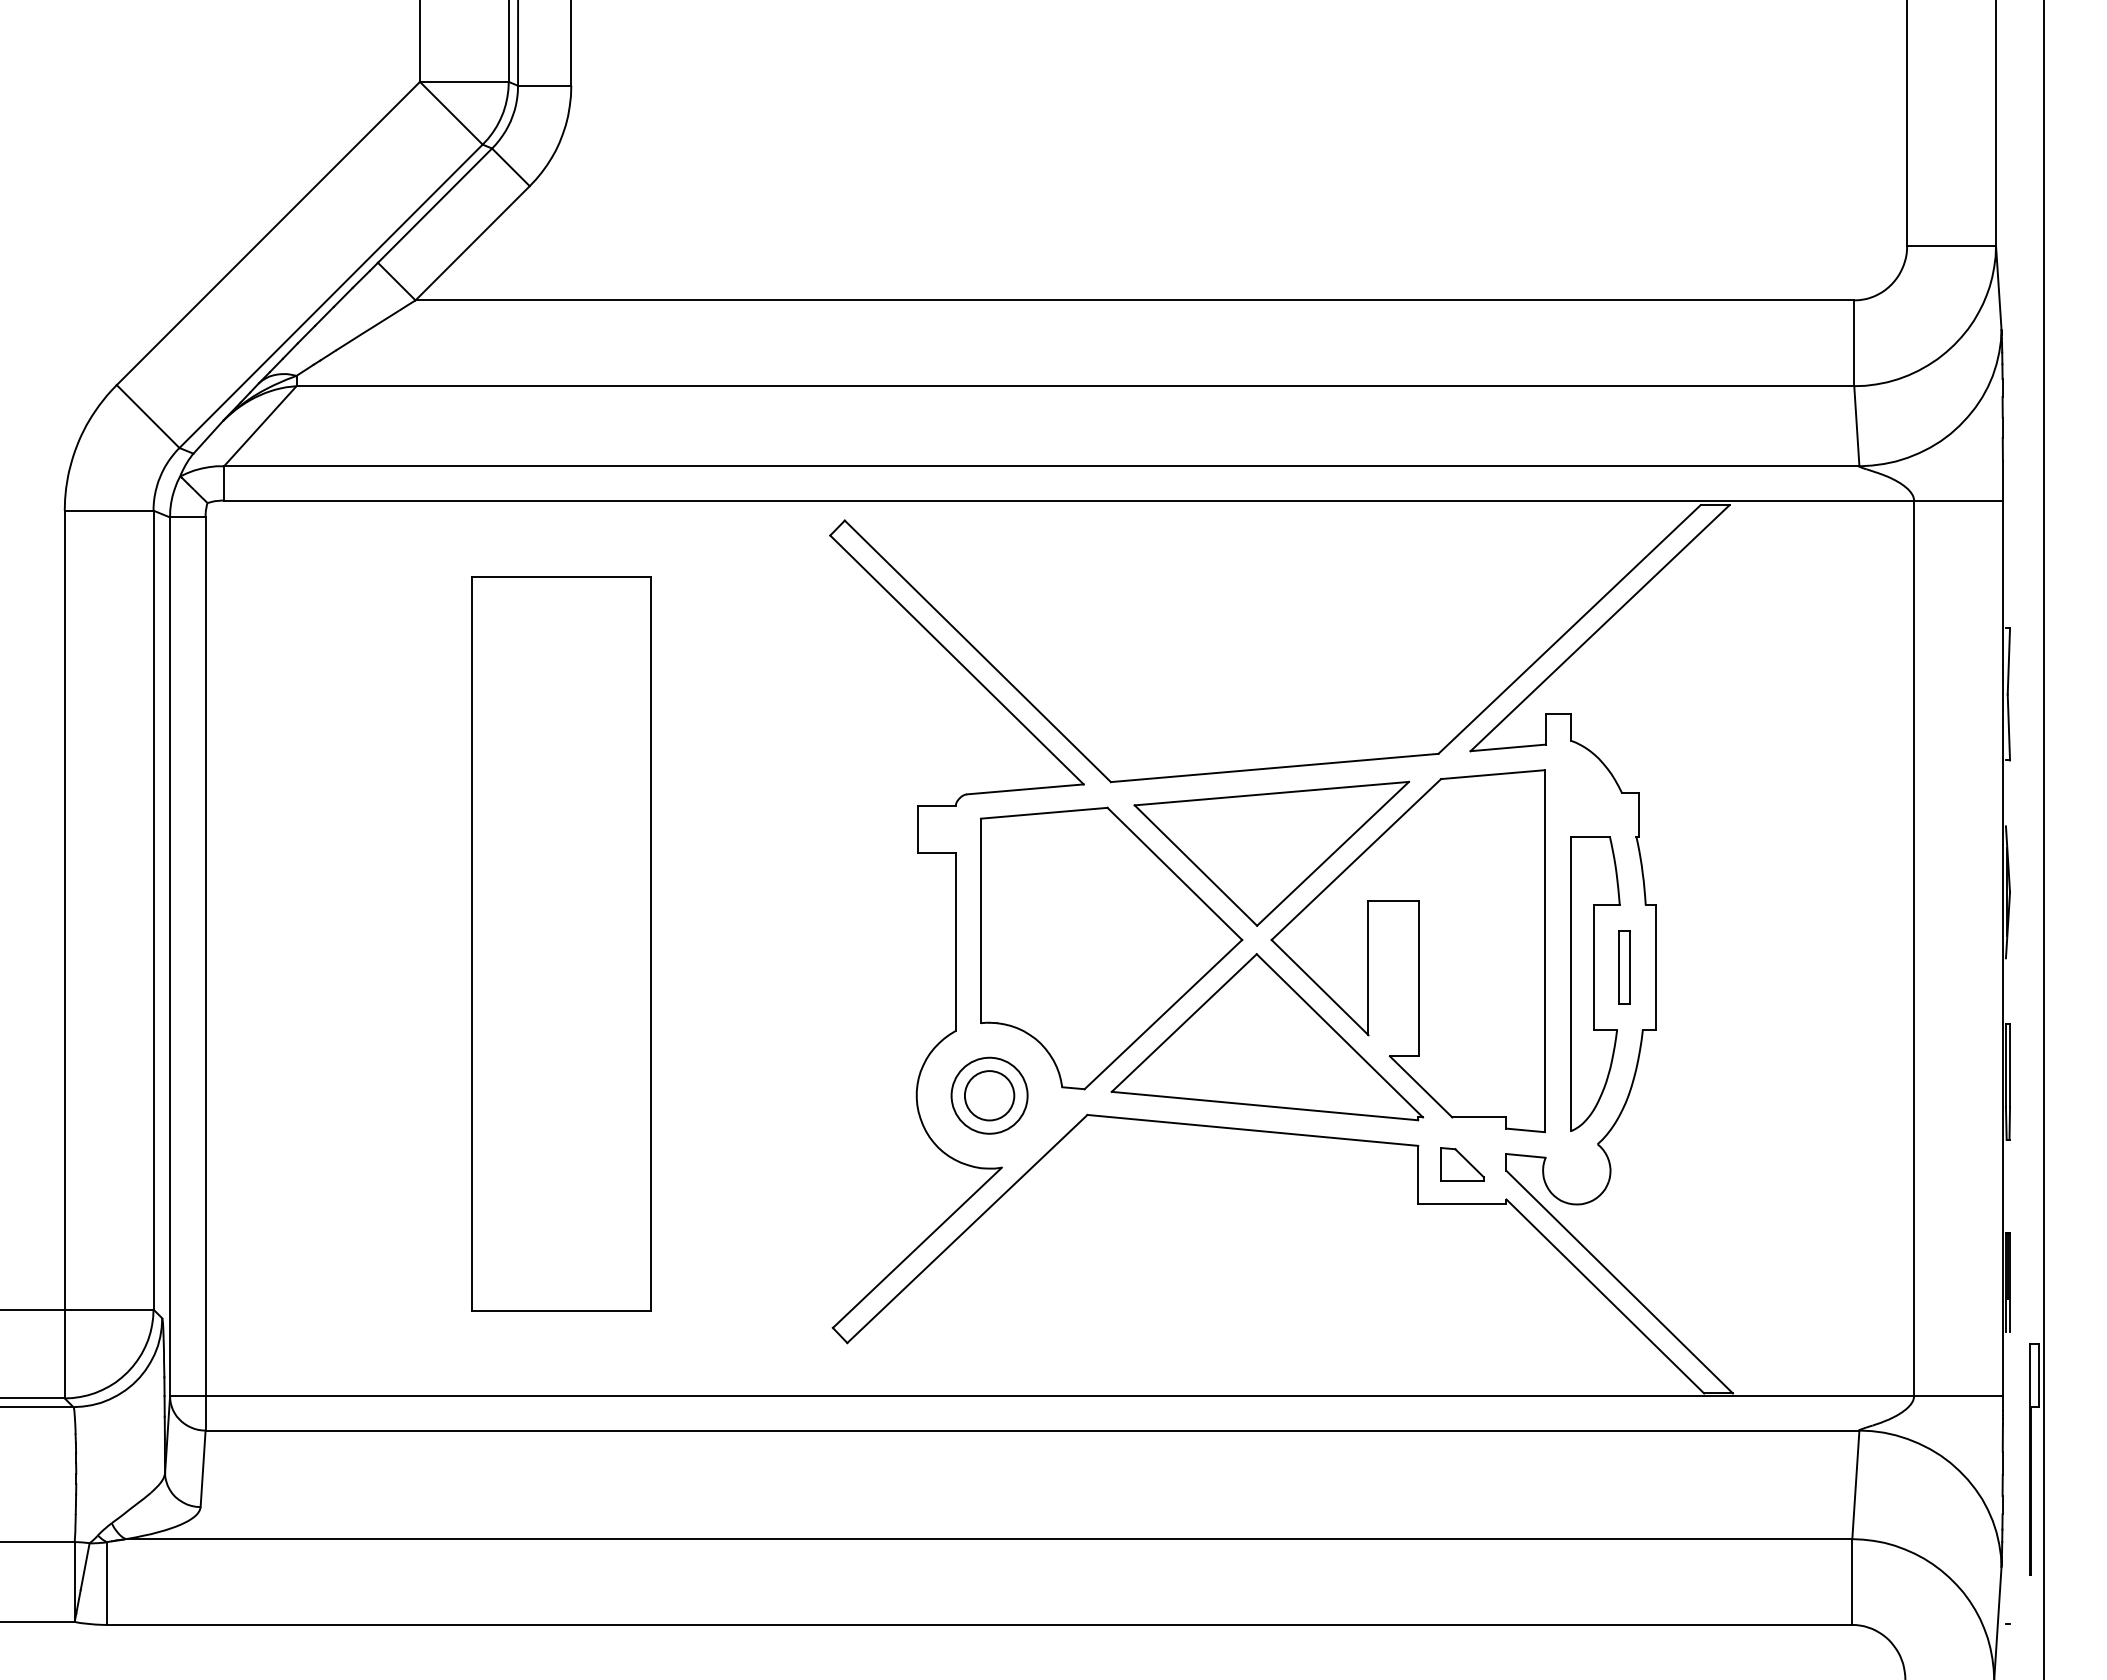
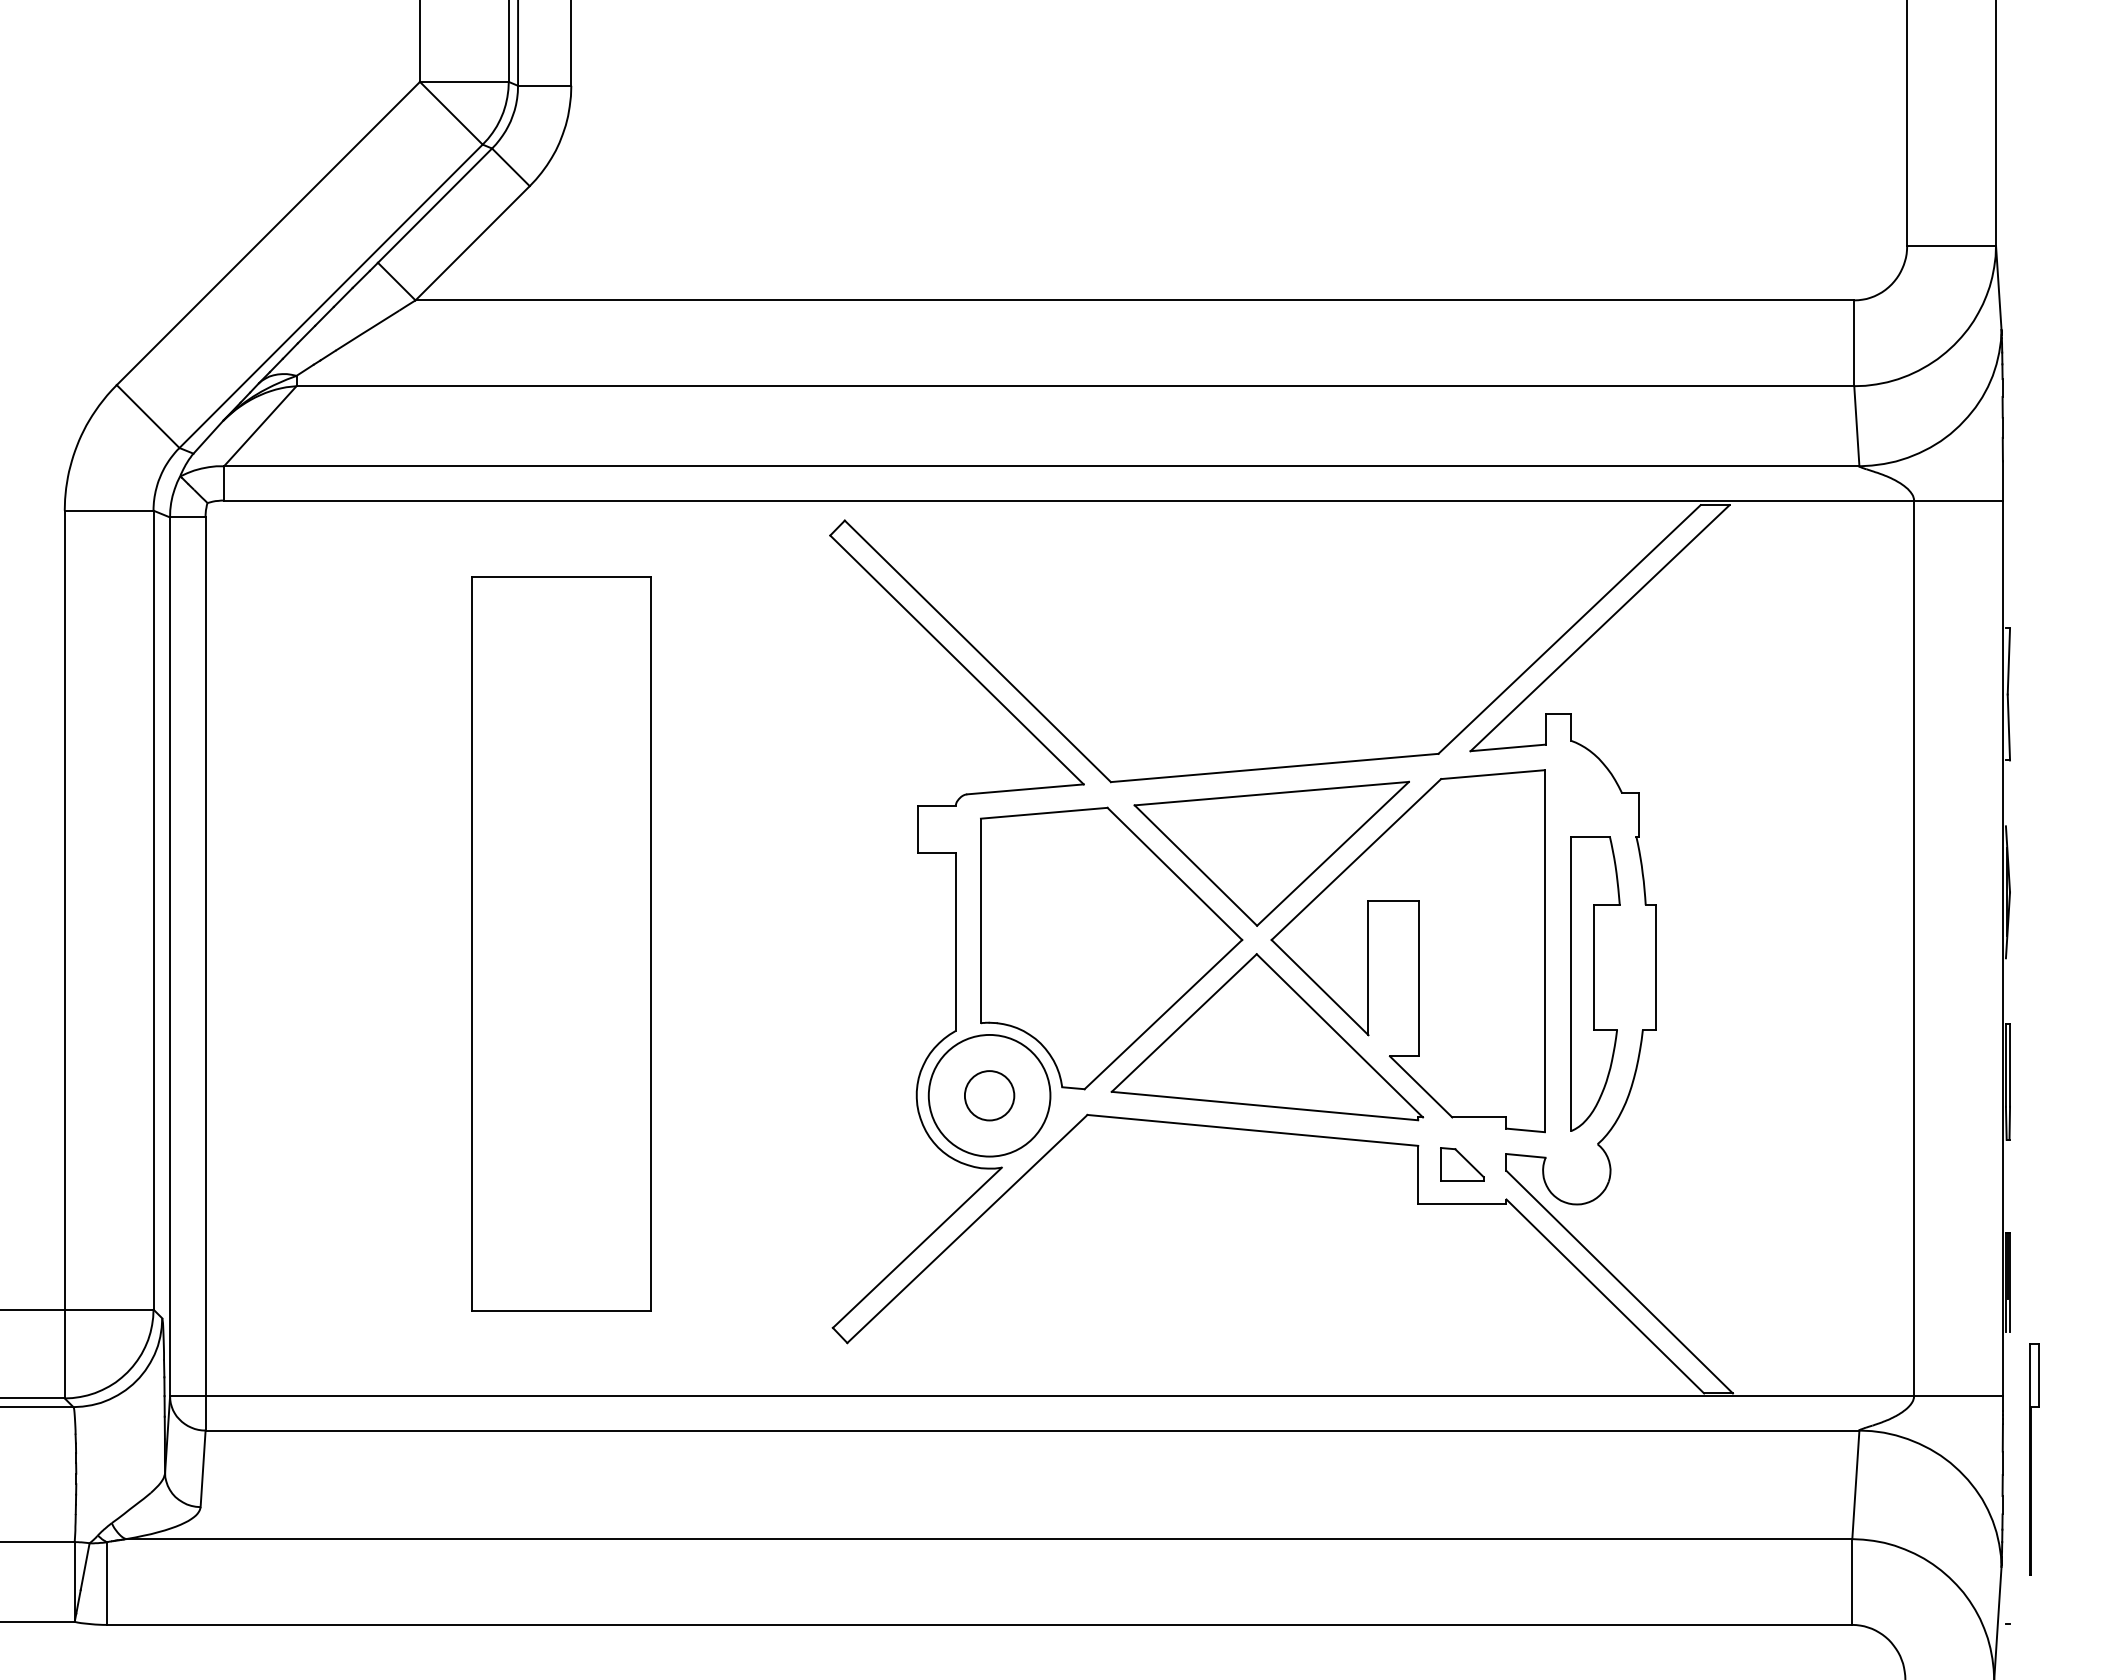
line at (2043, 839): present -> none
part at (1624, 967): present -> none
circle at (989, 1095) diameter: 76 px -> 122 px
